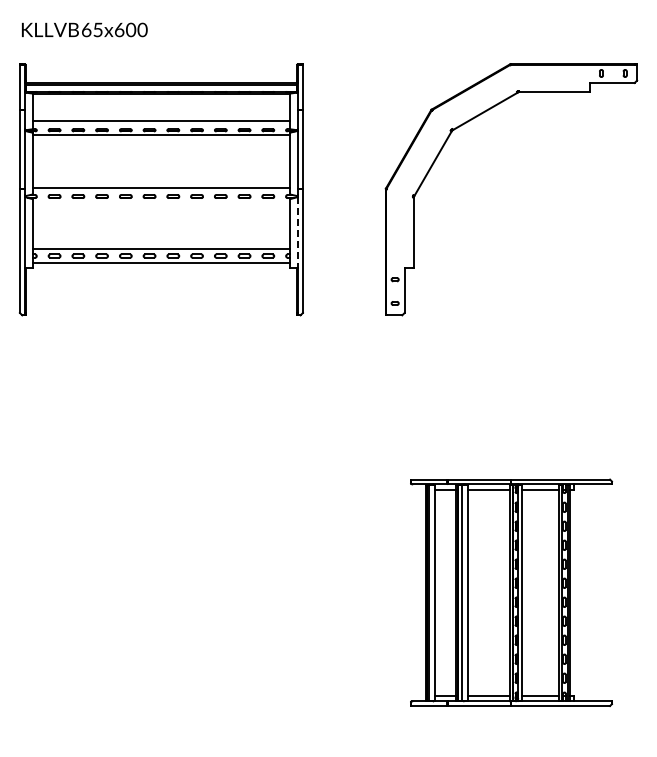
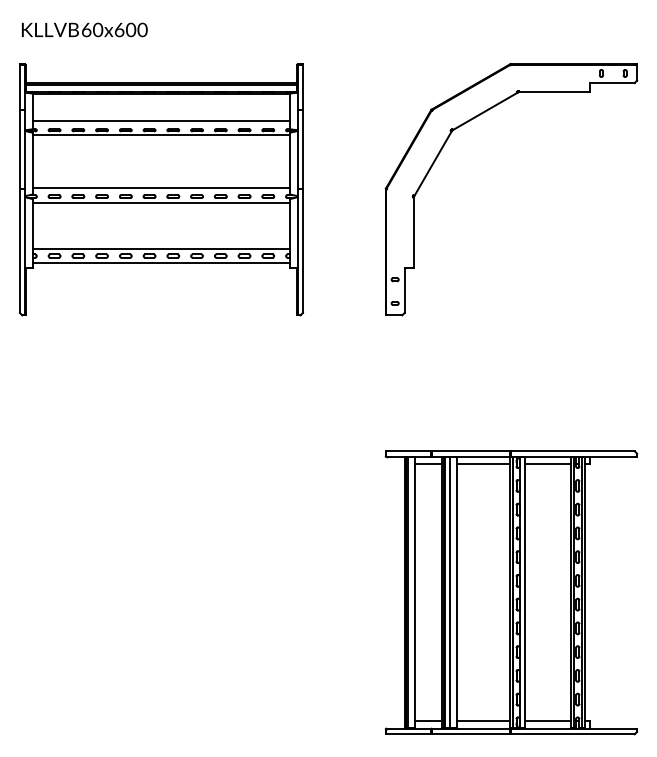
text at (98, 29): 65x600 -> 60x600
line at (160, 203): none -> present
line at (297, 233): dashed -> solid
part at (511, 592) size: 203x229 px -> 255x286 px
